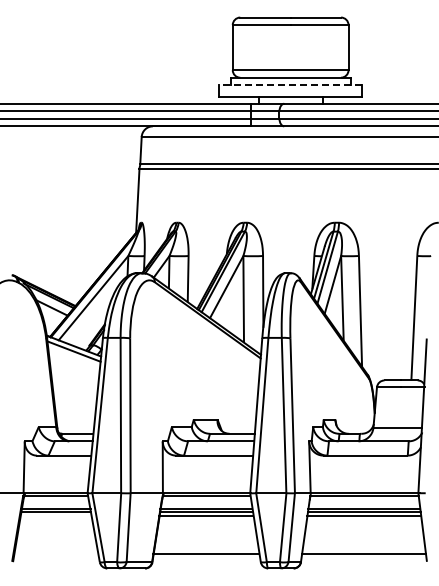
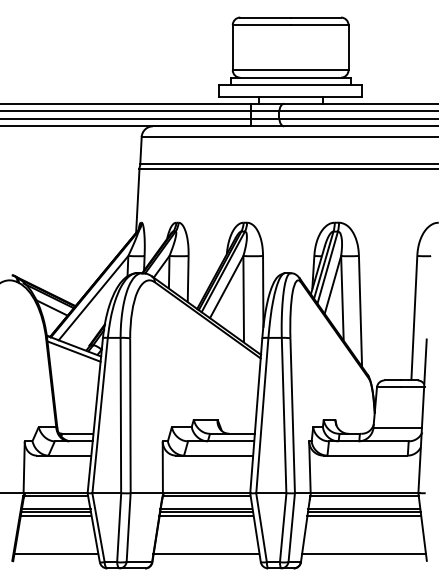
line at (290, 85): dashed -> solid
line at (55, 515): none -> present
line at (55, 553): none -> present
